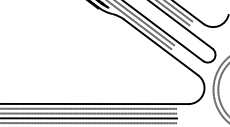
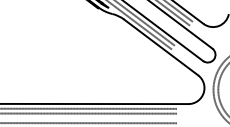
line at (89, 118): present -> none
